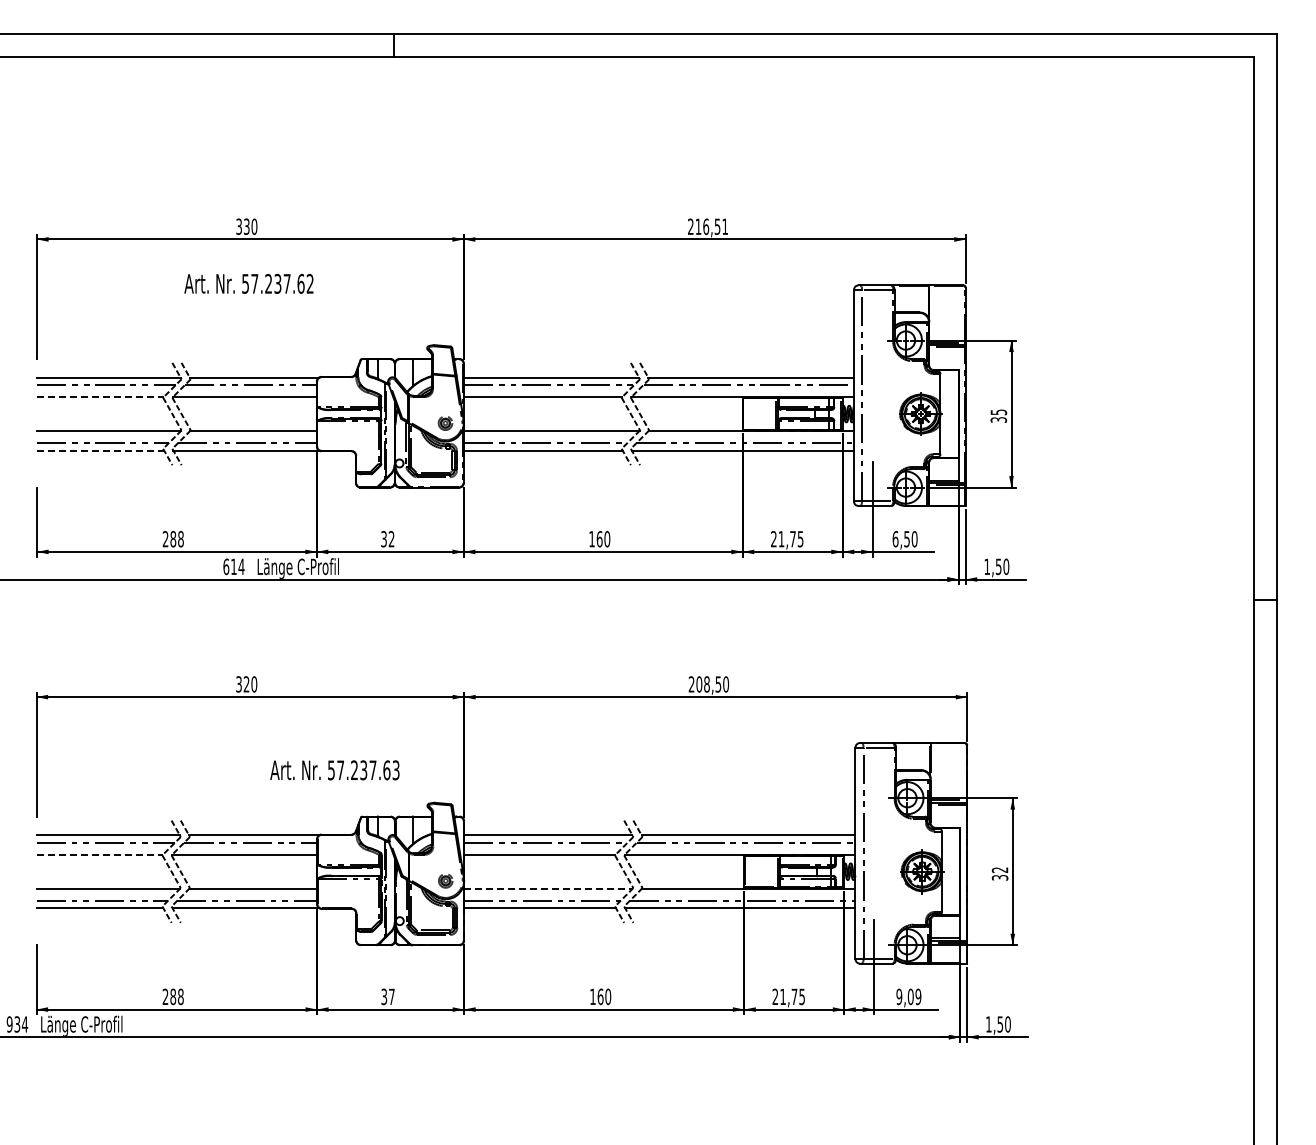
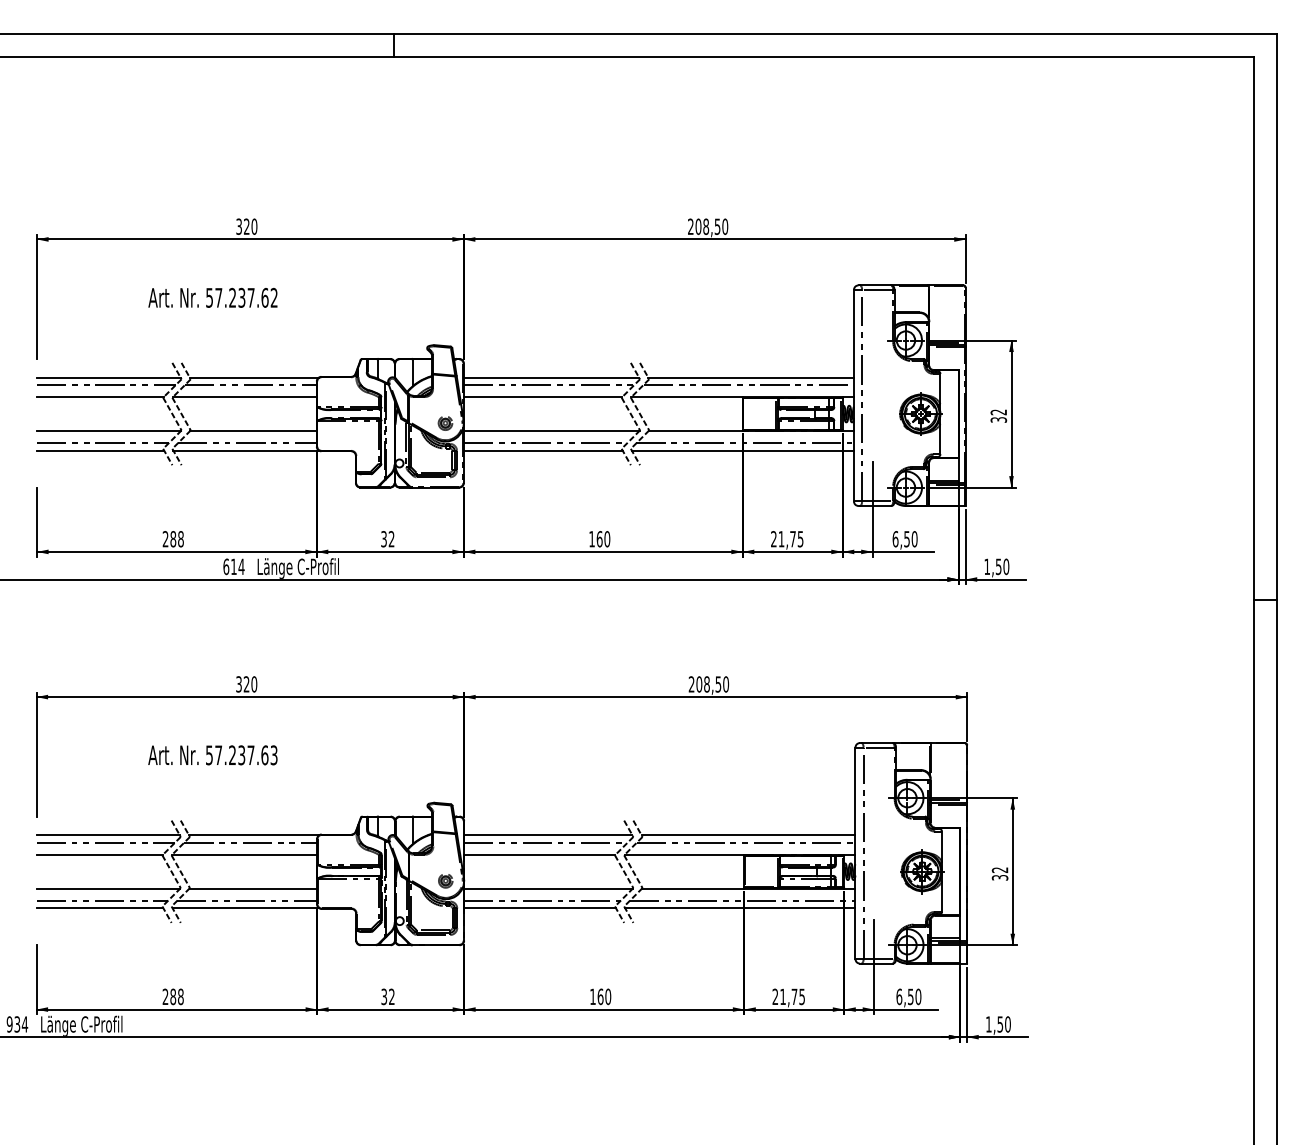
text at (246, 226): 330 -> 320
text at (711, 226): 216,51 -> 208,50
text at (248, 283) position: (248, 283) -> (212, 297)
line at (100, 397): dashed -> solid
text at (998, 412): 35 -> 32
line at (100, 450): dashed -> solid
text at (334, 770) position: (334, 770) -> (212, 755)
line at (100, 854): dashed -> solid
line at (549, 888): dashed -> solid
text at (391, 996): 37 -> 32
text at (908, 996): 9,09 -> 6,50
